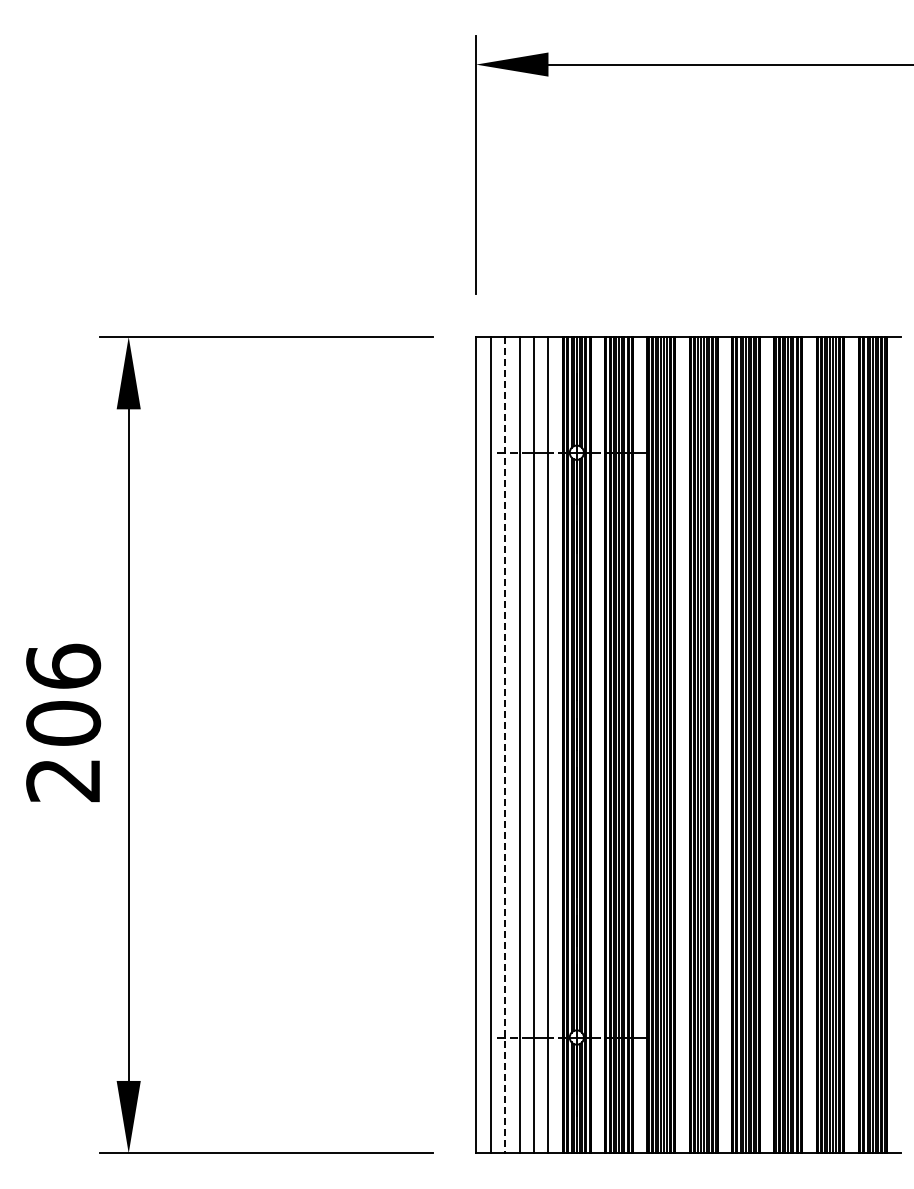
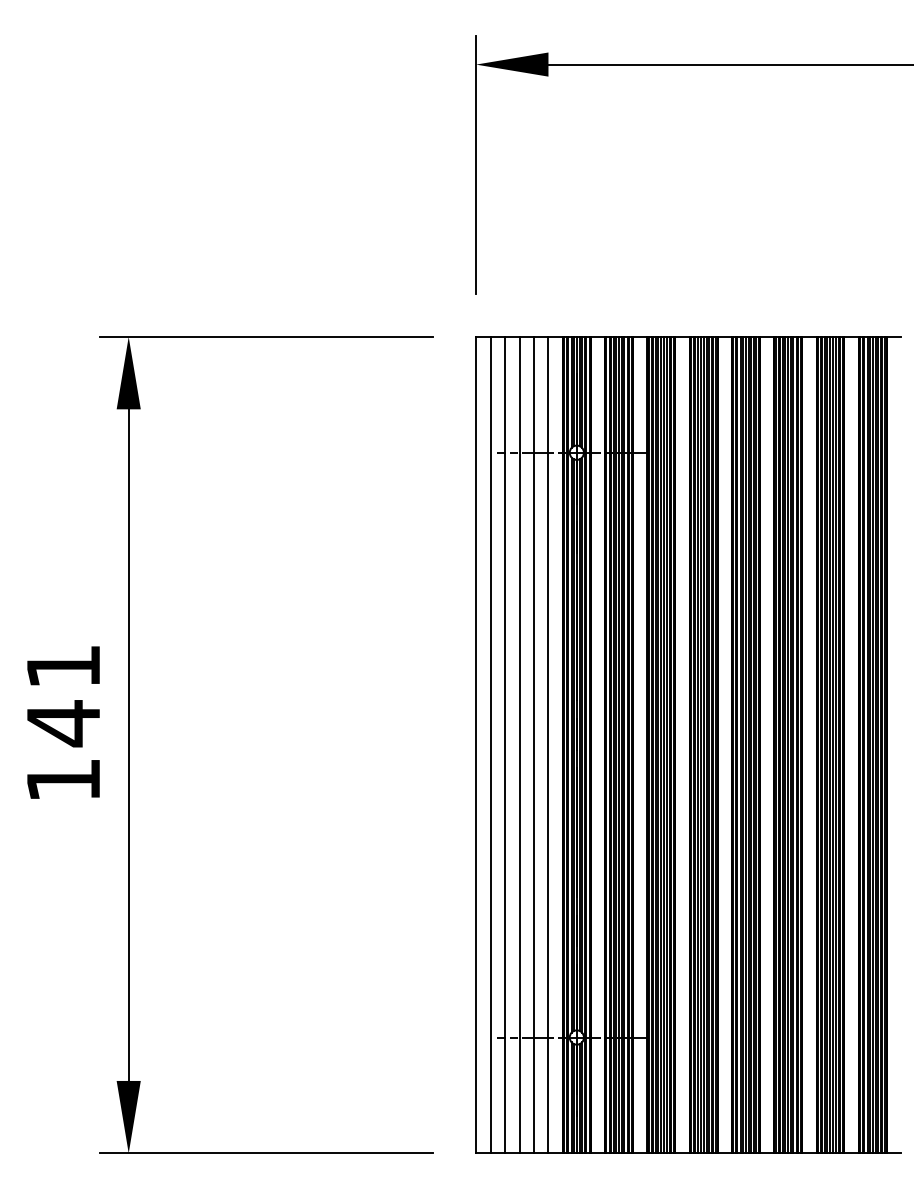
text at (63, 722): 206 -> 141
line at (505, 745): dashed -> solid
